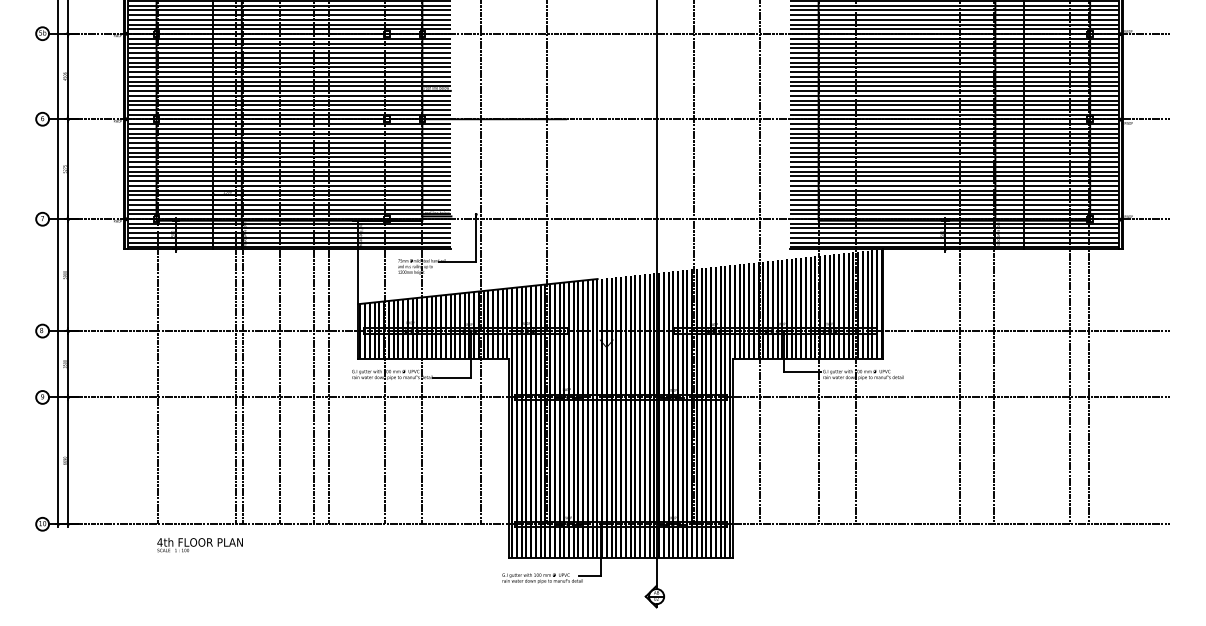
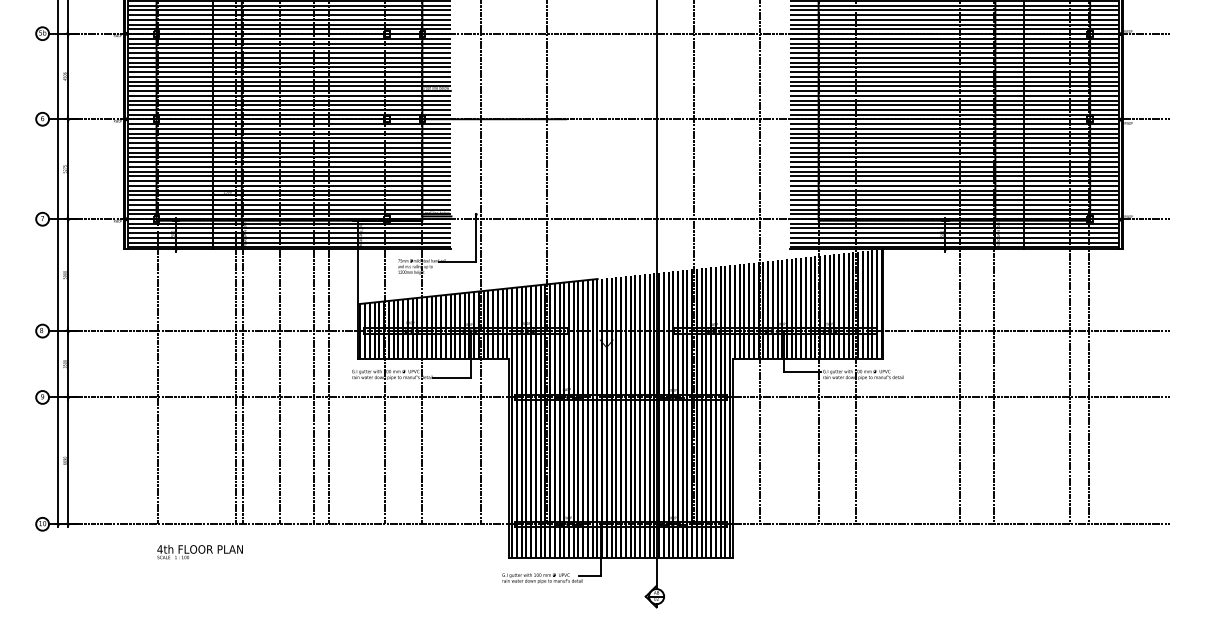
text at (199, 545) position: (199, 545) -> (199, 552)
